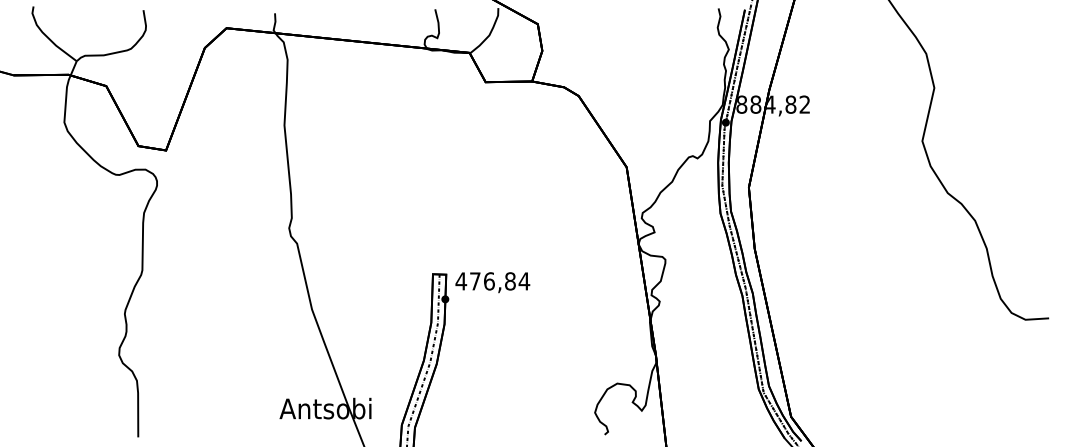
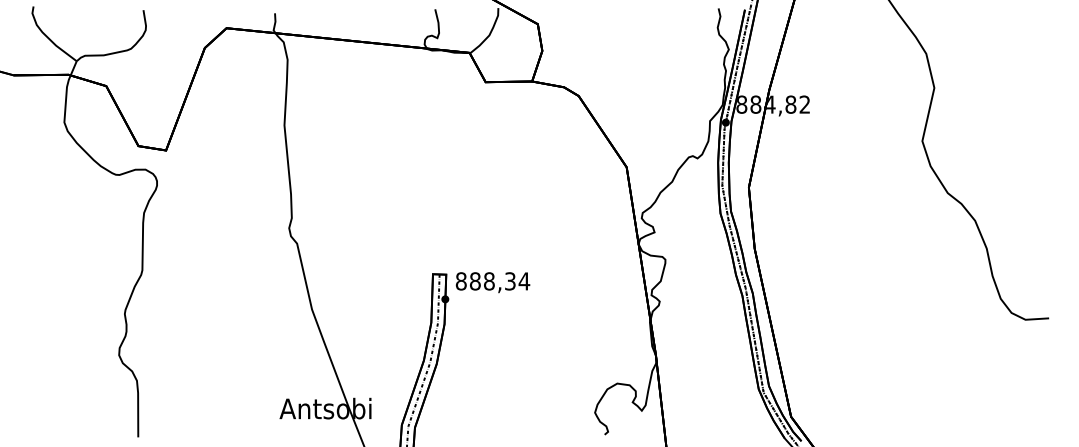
text at (485, 281): 476,84 -> 888,34
